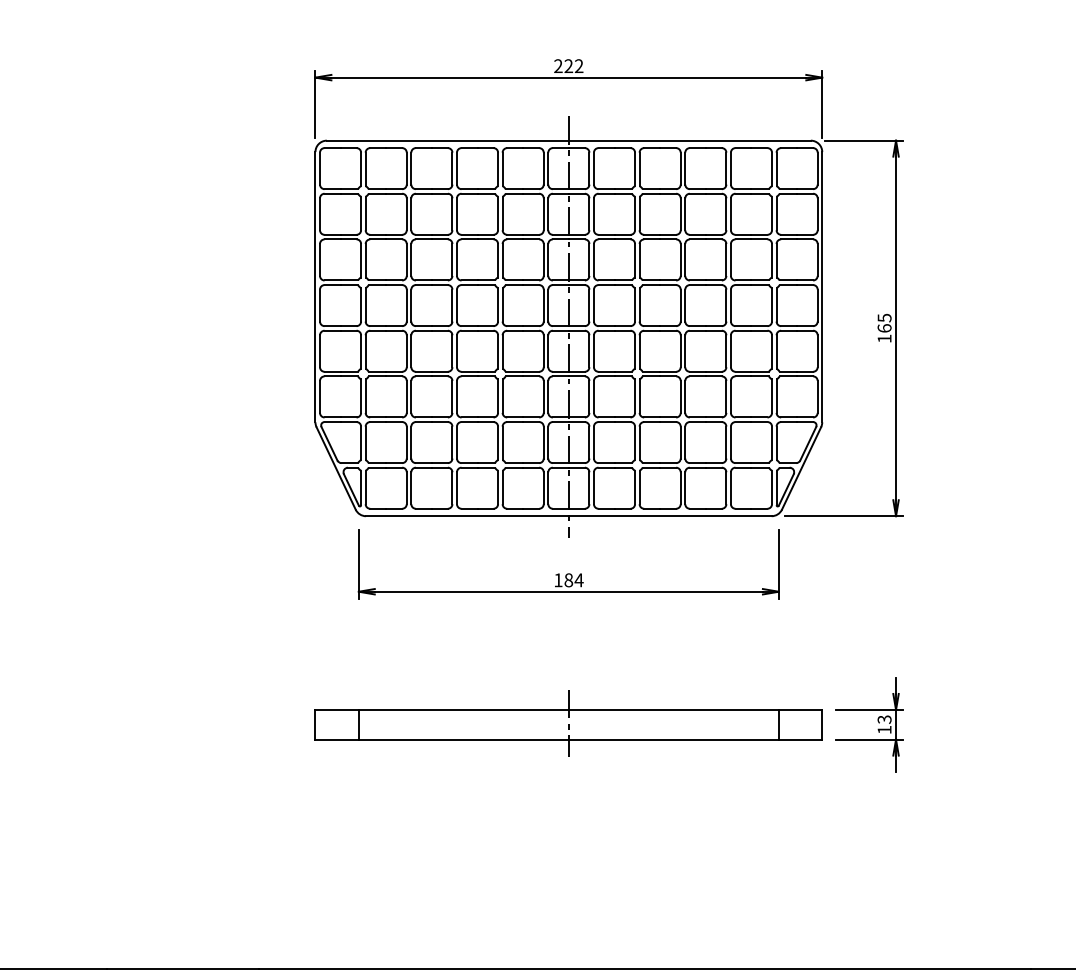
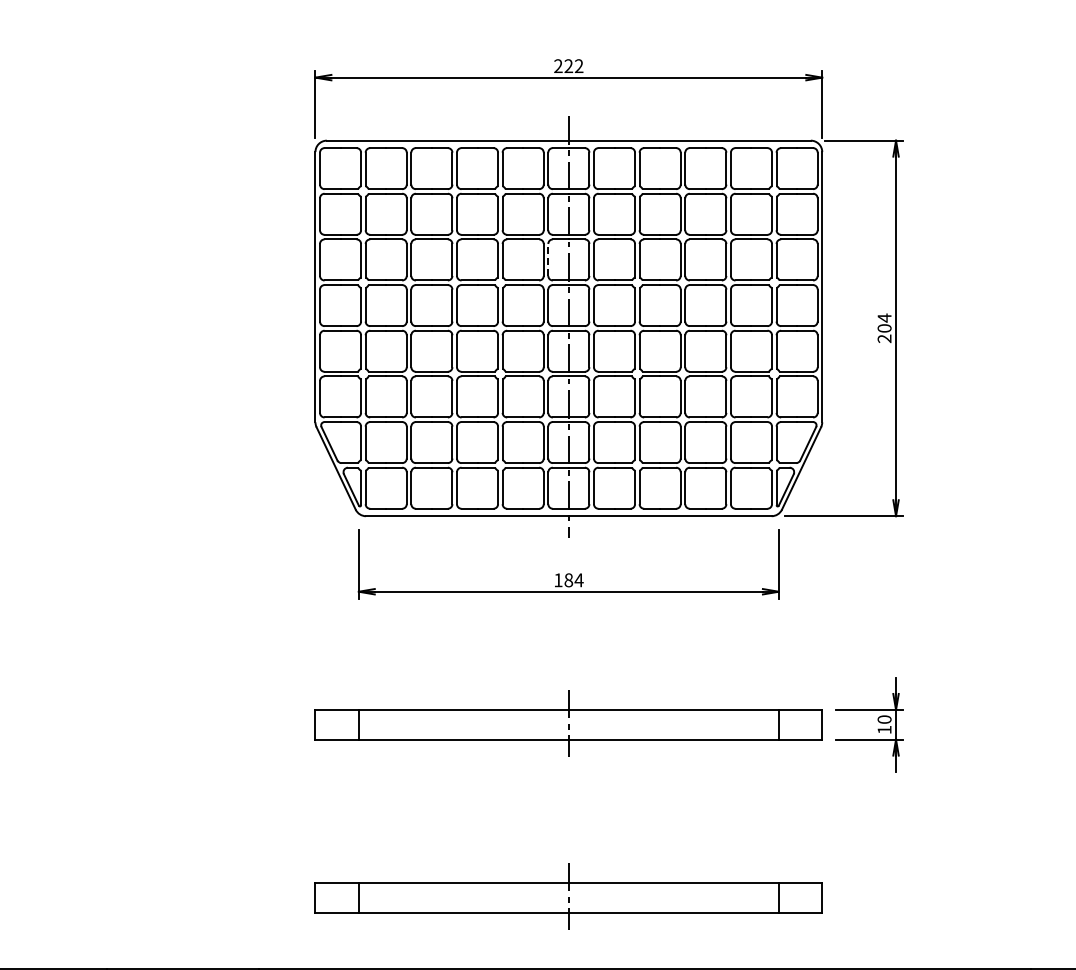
line at (548, 259): solid -> dashed
text at (884, 328): 165 -> 204
text at (884, 719): 13 -> 10
part at (568, 896): none -> present
